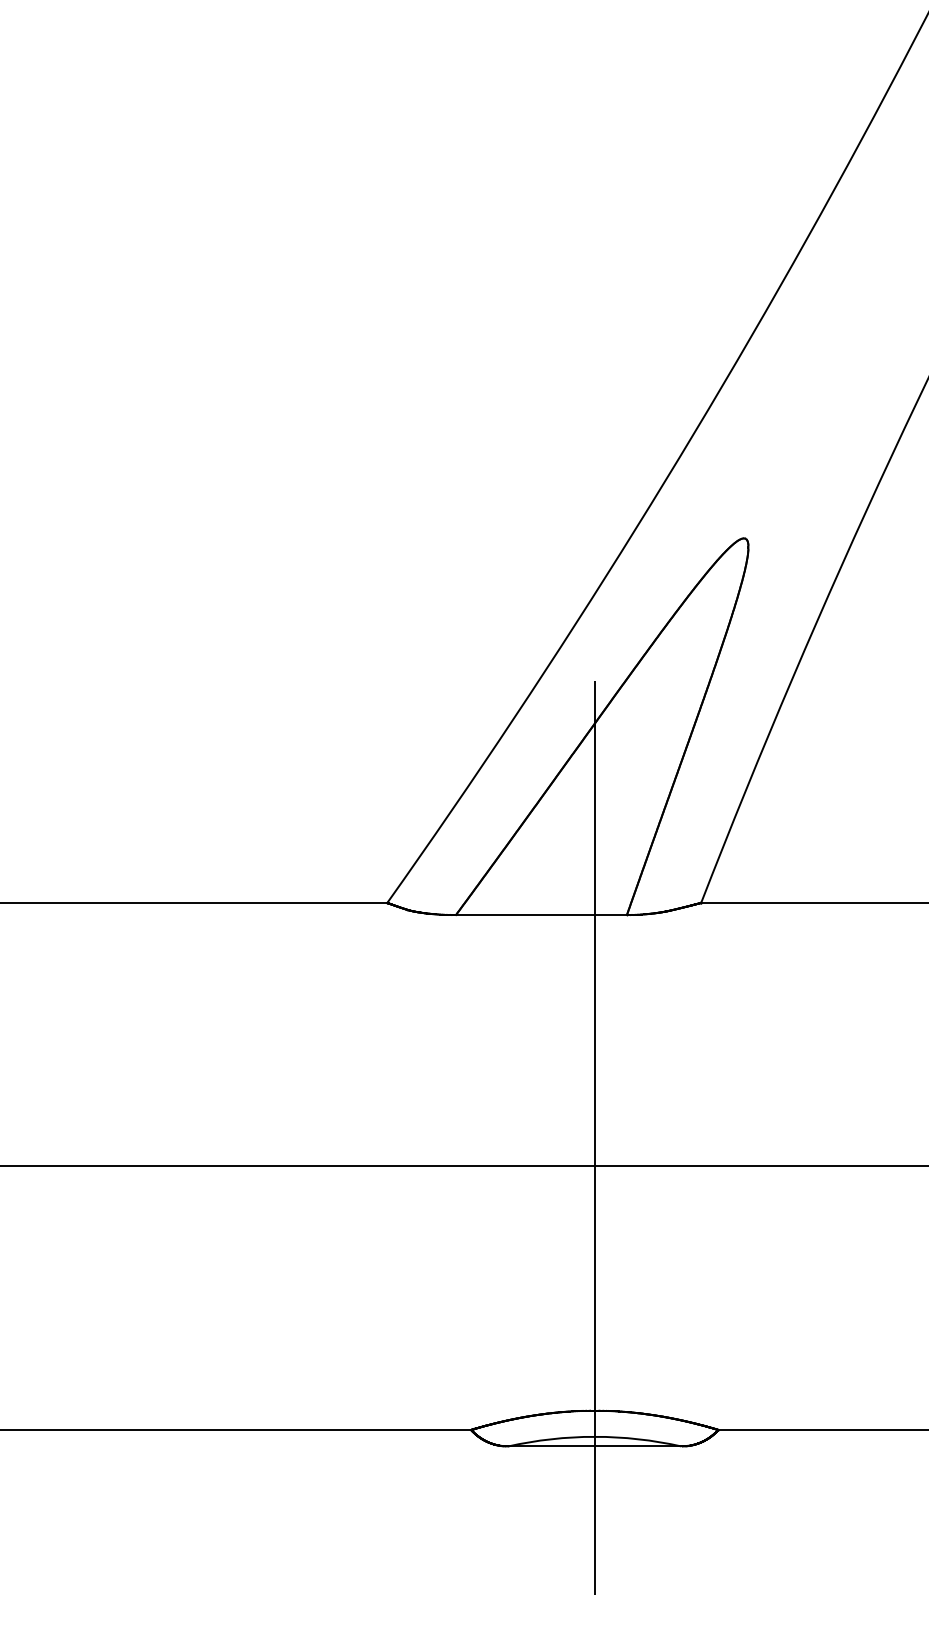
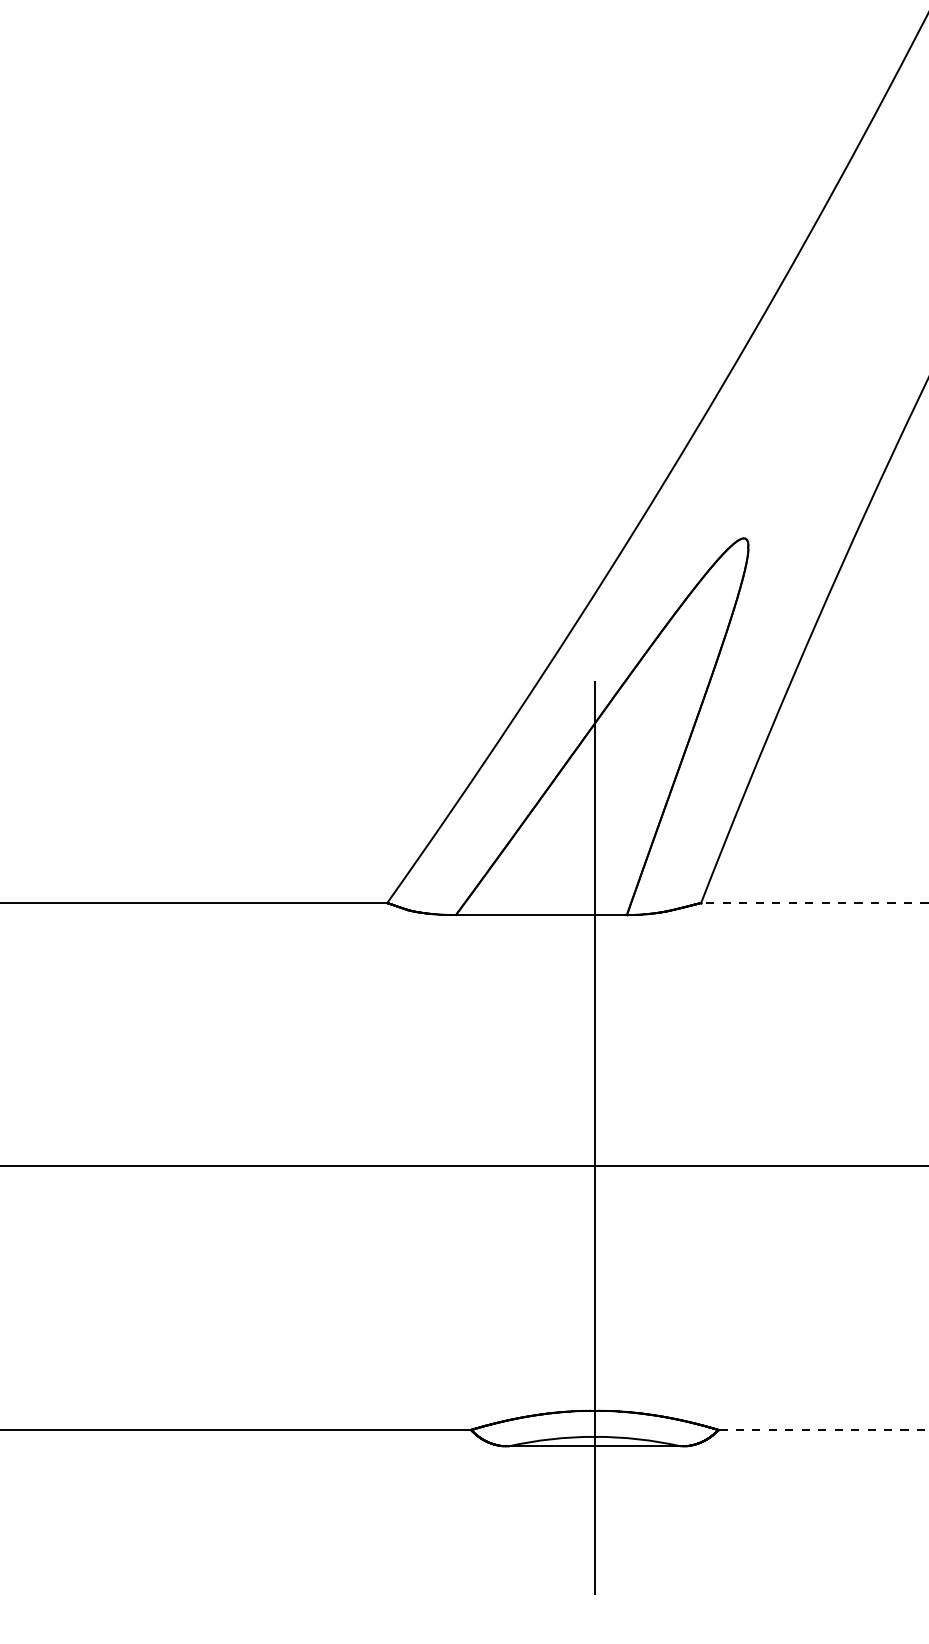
line at (814, 902): solid -> dashed
line at (823, 1430): solid -> dashed
